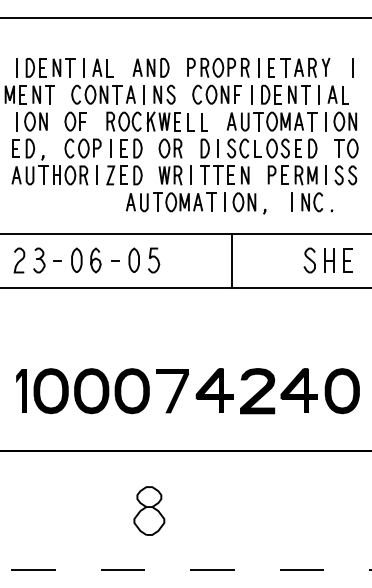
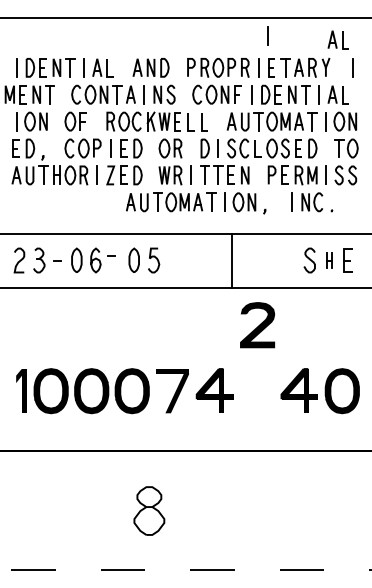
line at (267, 35): none -> present
part at (337, 39): none -> present
line at (115, 260) position: (115, 260) -> (111, 255)
part at (329, 260) size: 11x25 px -> 7x17 px
part at (257, 391) position: (257, 391) -> (257, 325)
